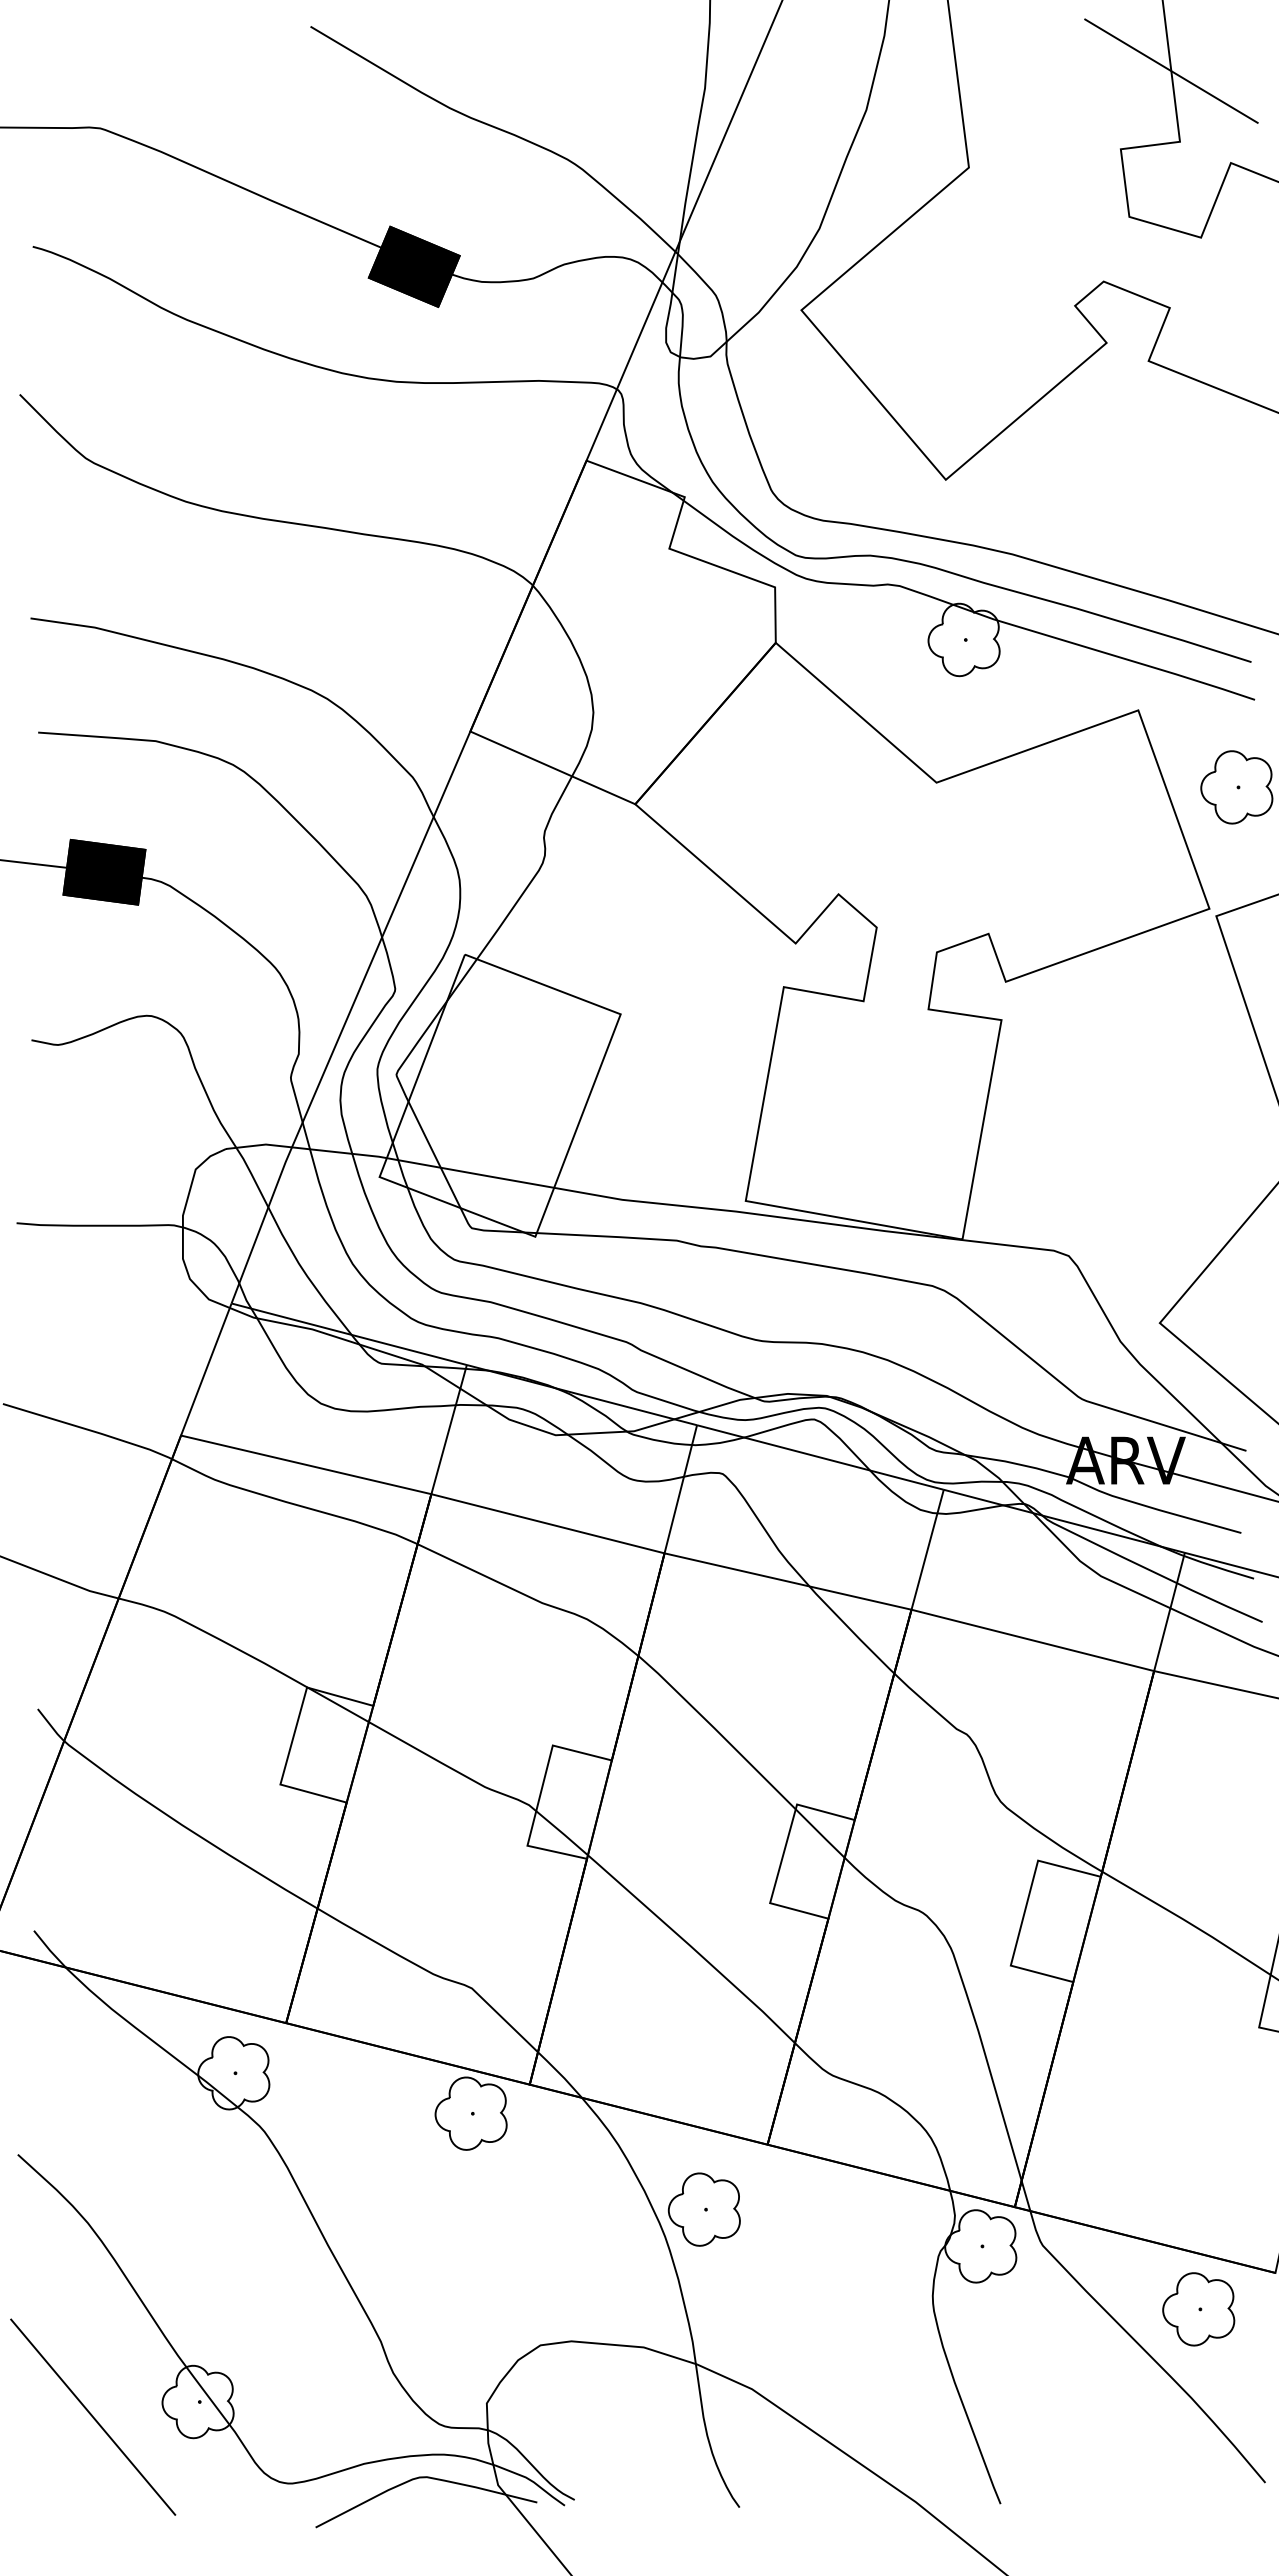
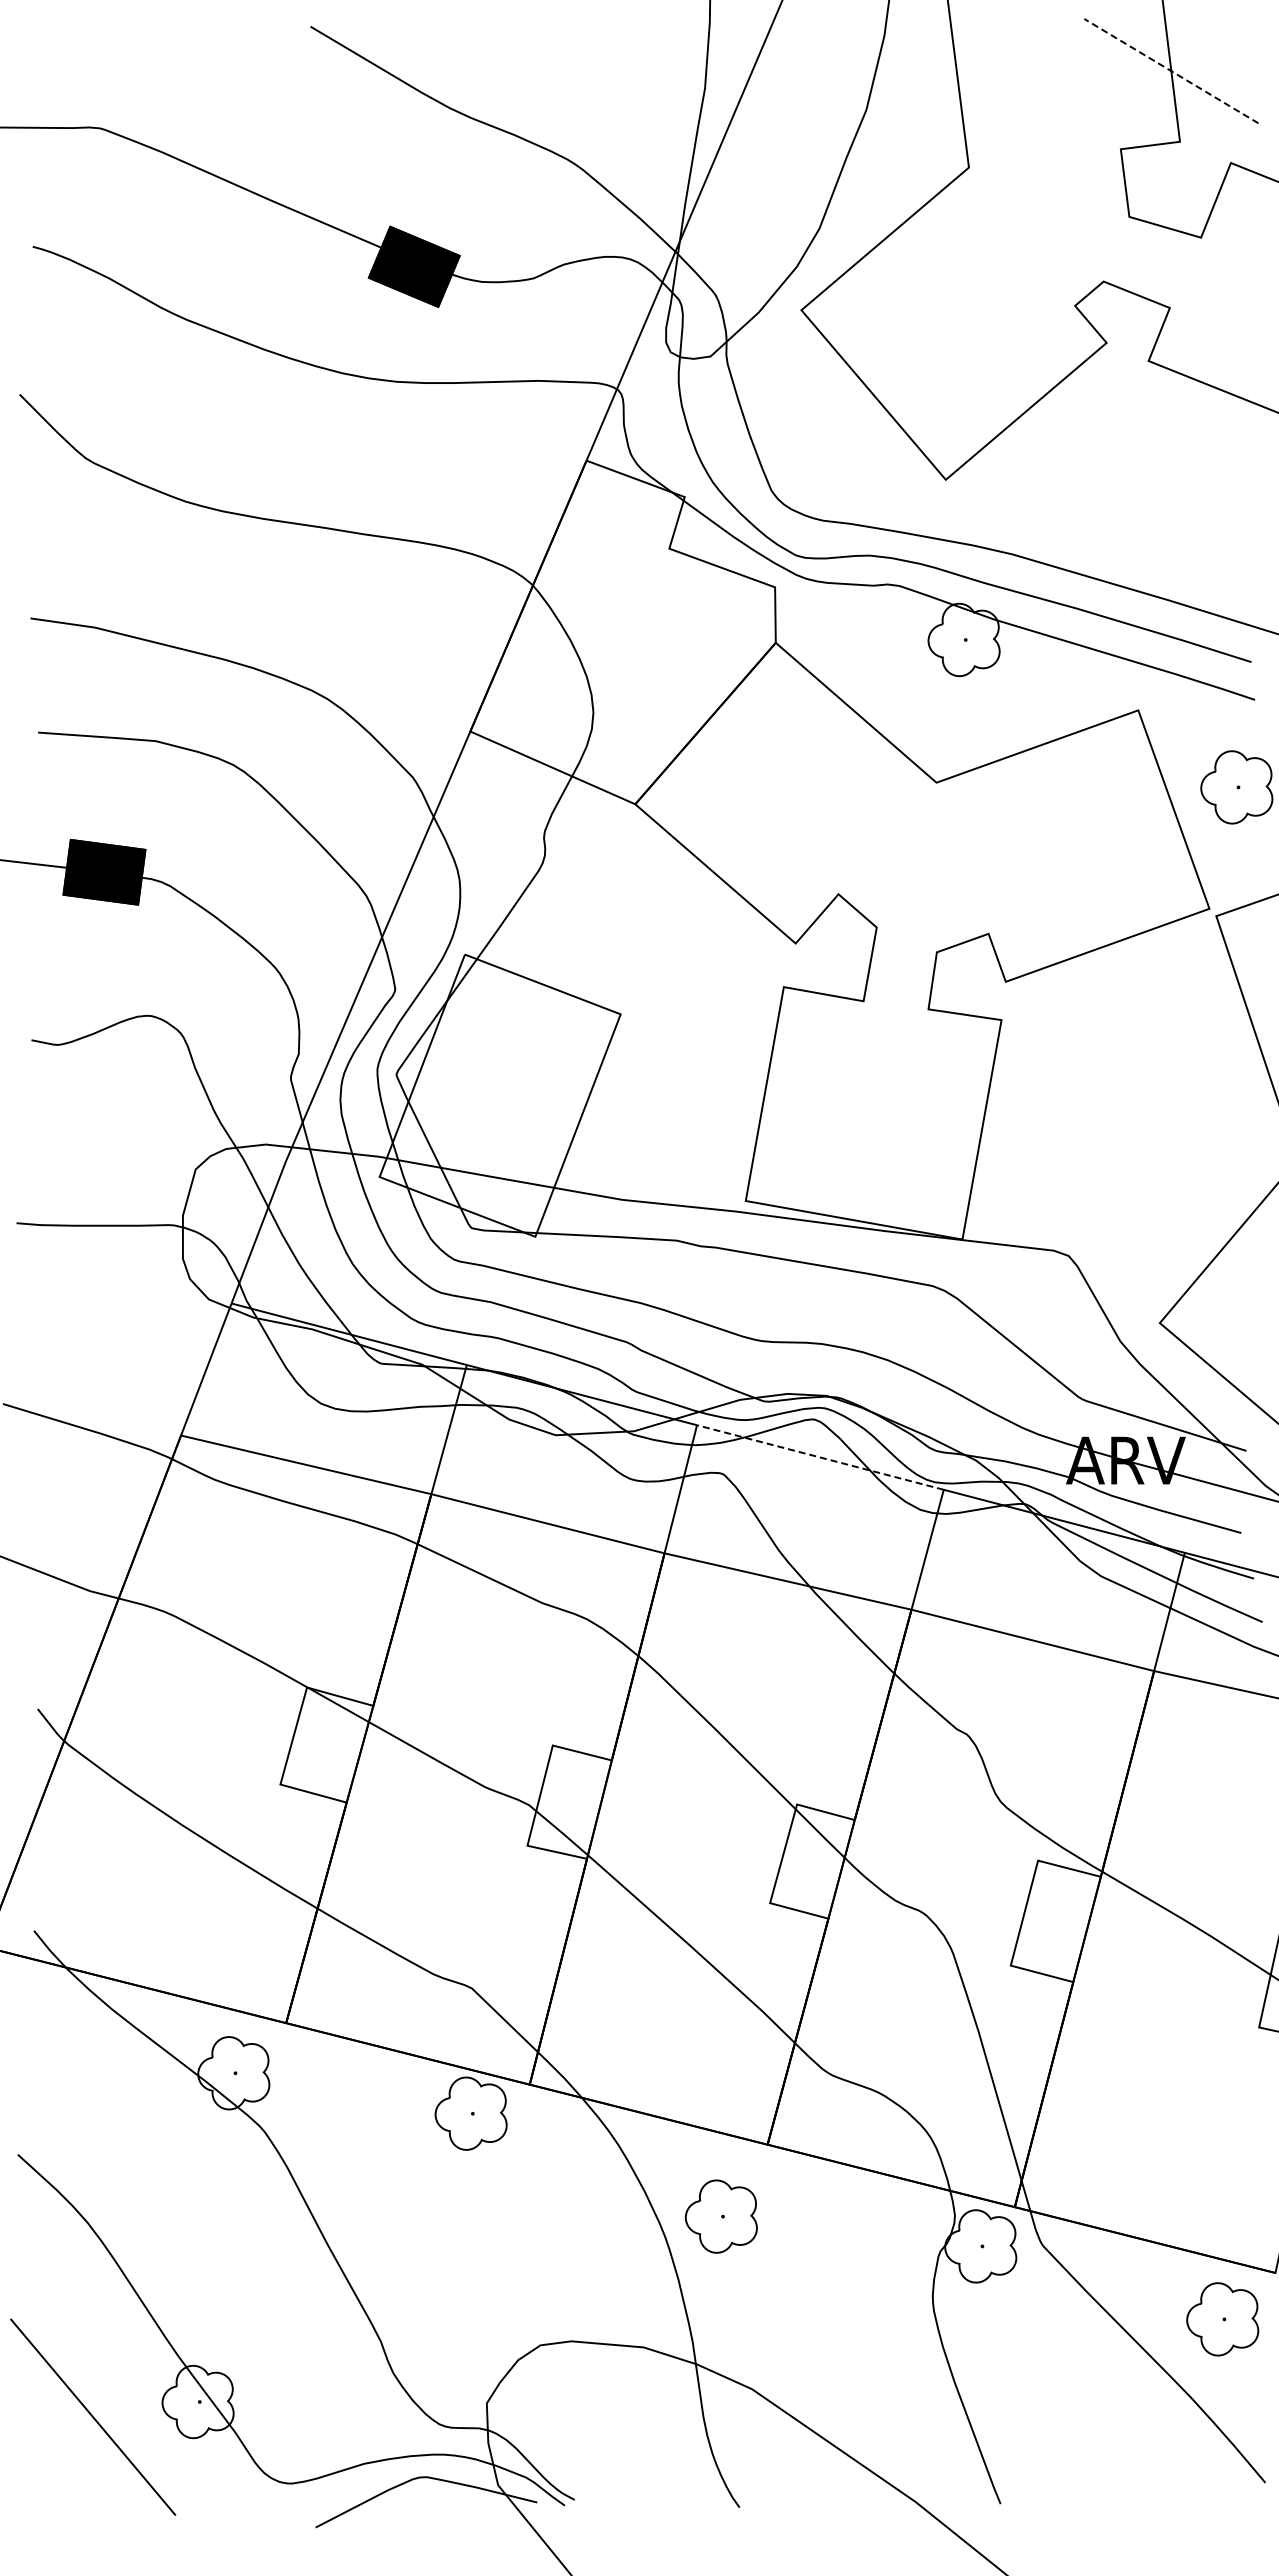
line at (1171, 71): solid -> dashed
line at (820, 1457): solid -> dashed
part at (703, 2209) position: (703, 2209) -> (720, 2216)
part at (1198, 2309) position: (1198, 2309) -> (1222, 2319)
